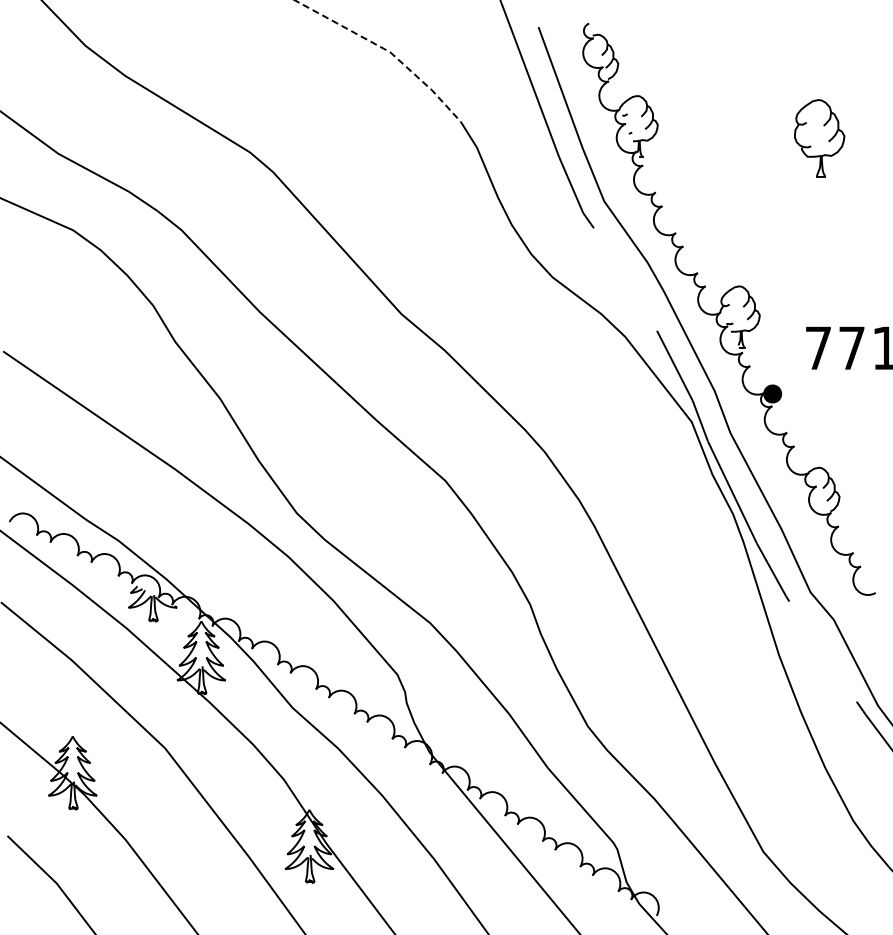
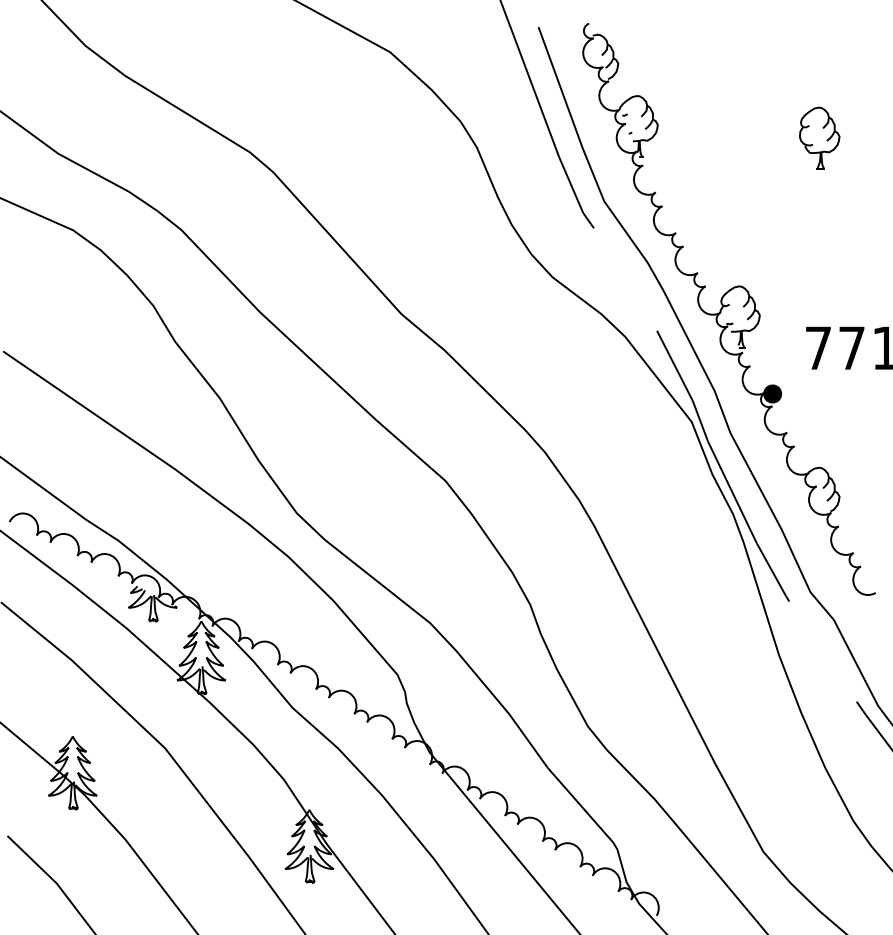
line at (387, 50): dashed -> solid
part at (819, 138) size: 52x79 px -> 42x64 px
